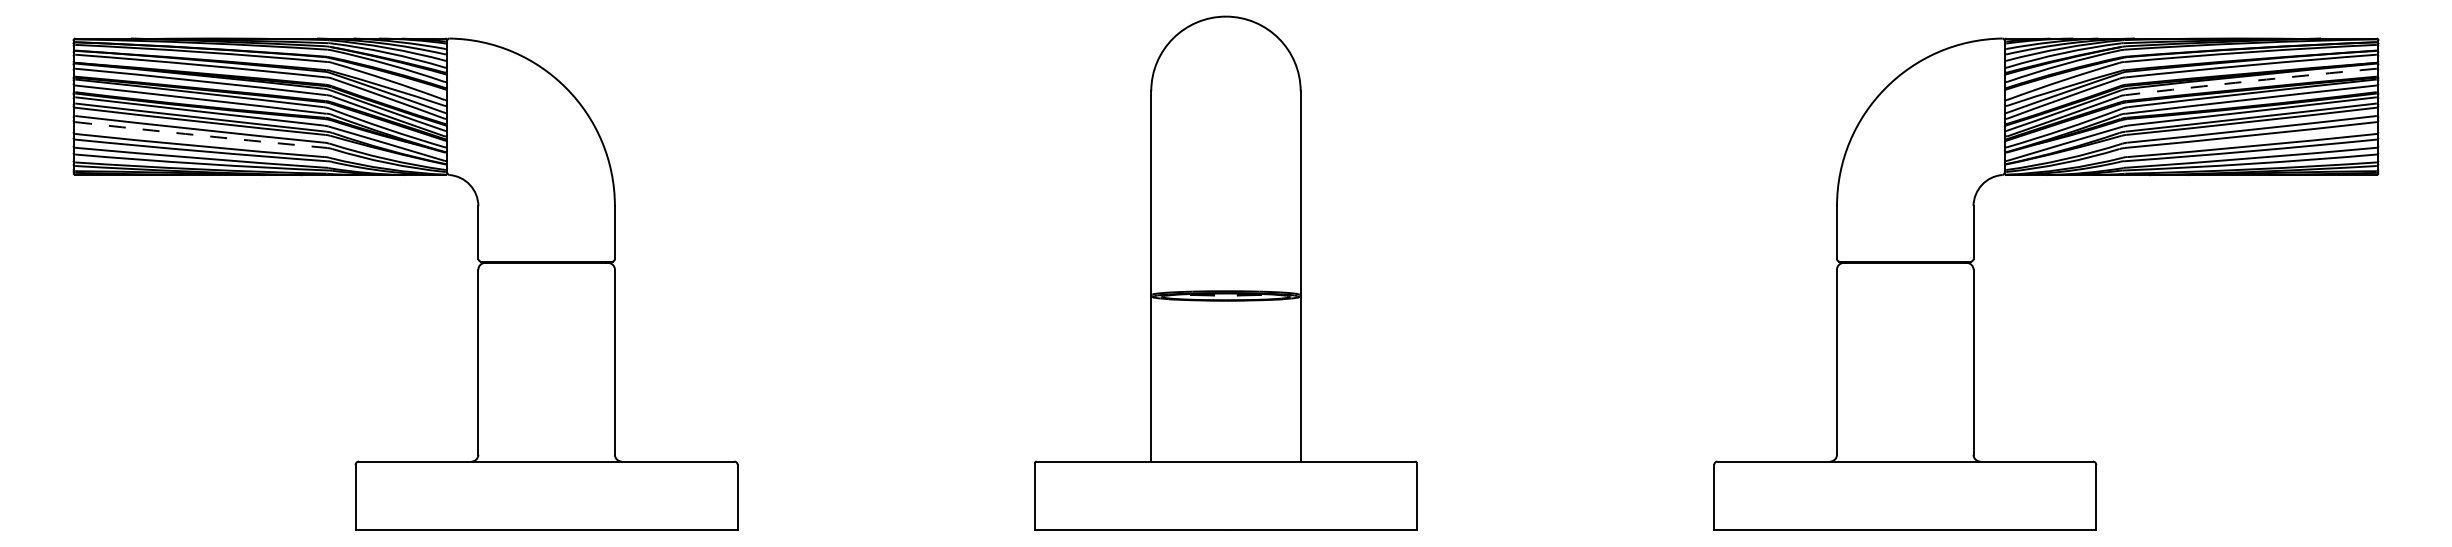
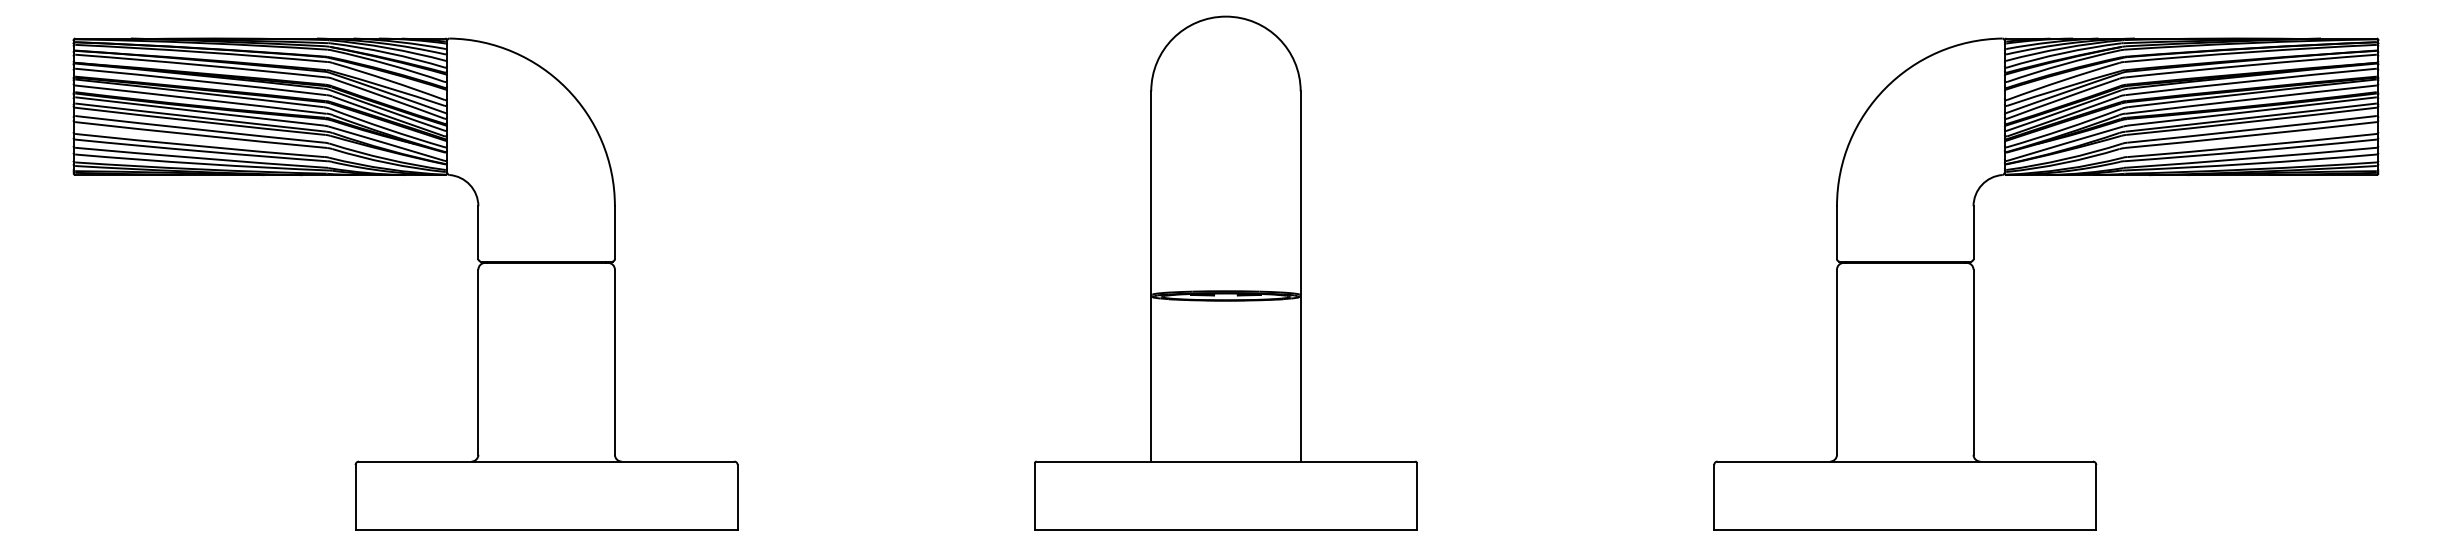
arc at (2250, 81): dashed -> solid
arc at (201, 135): dashed -> solid
